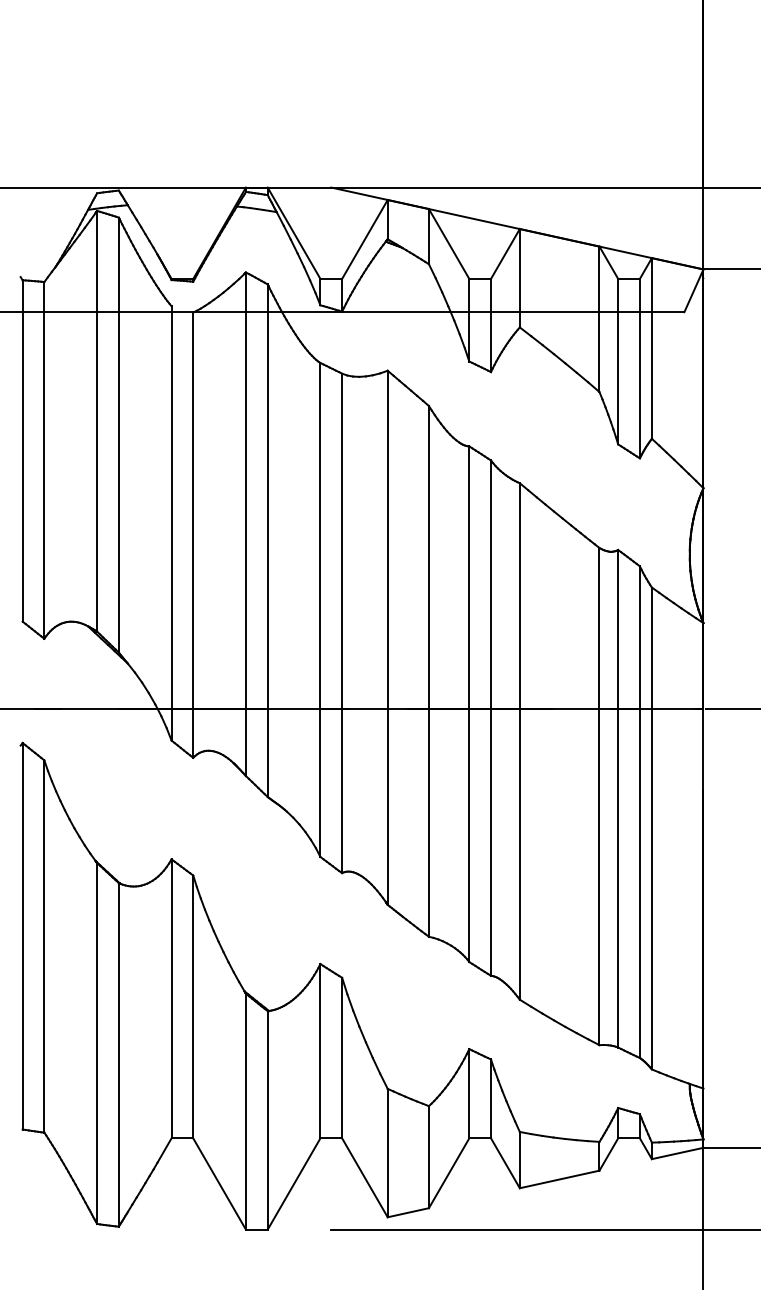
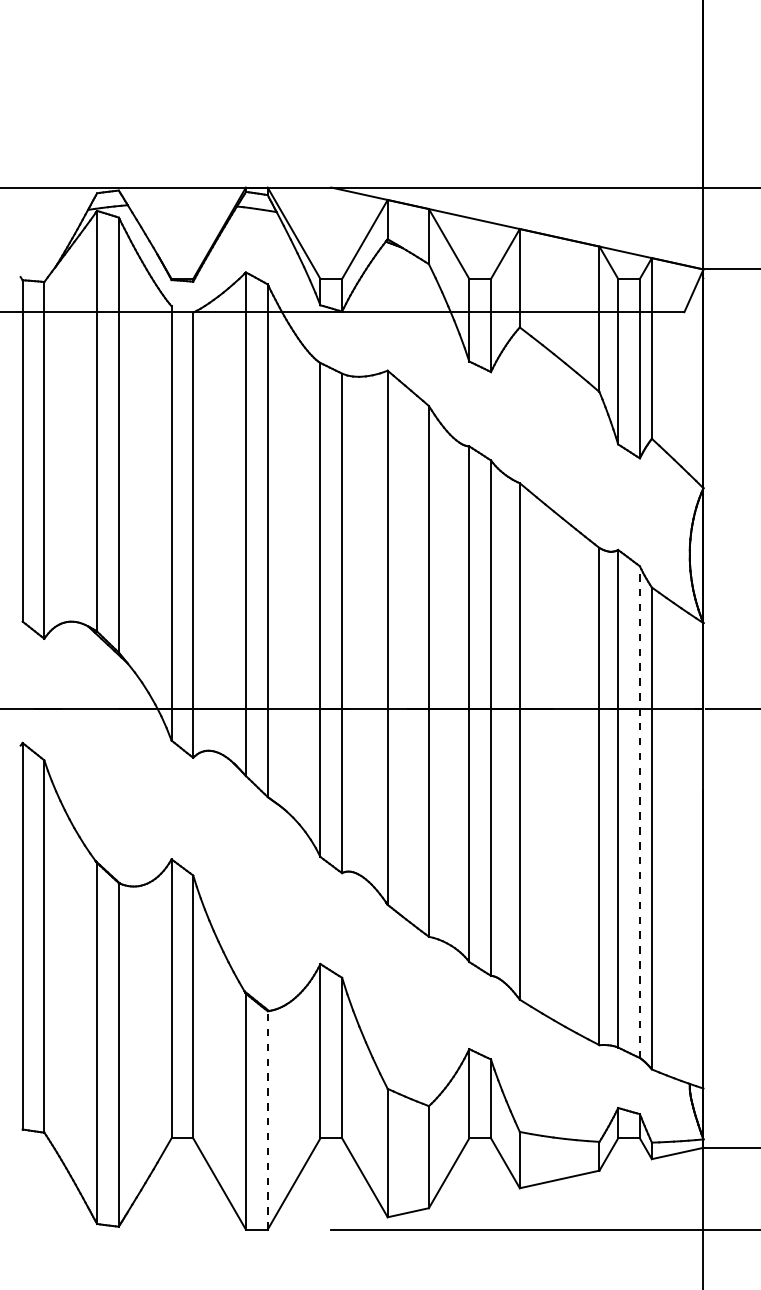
line at (639, 812): solid -> dashed
line at (267, 1119): solid -> dashed
